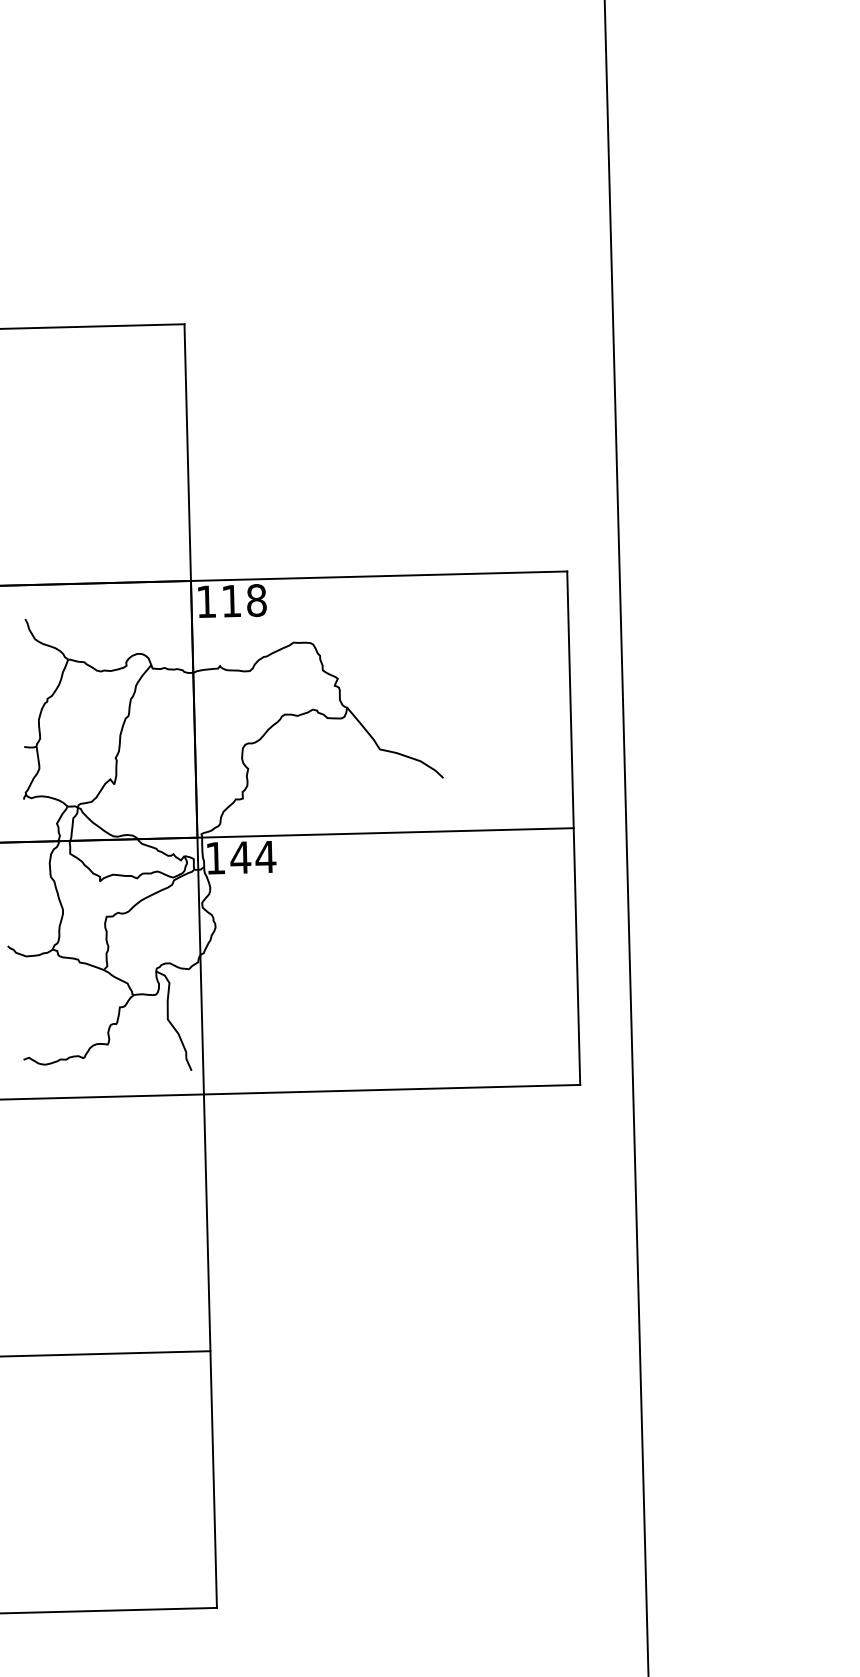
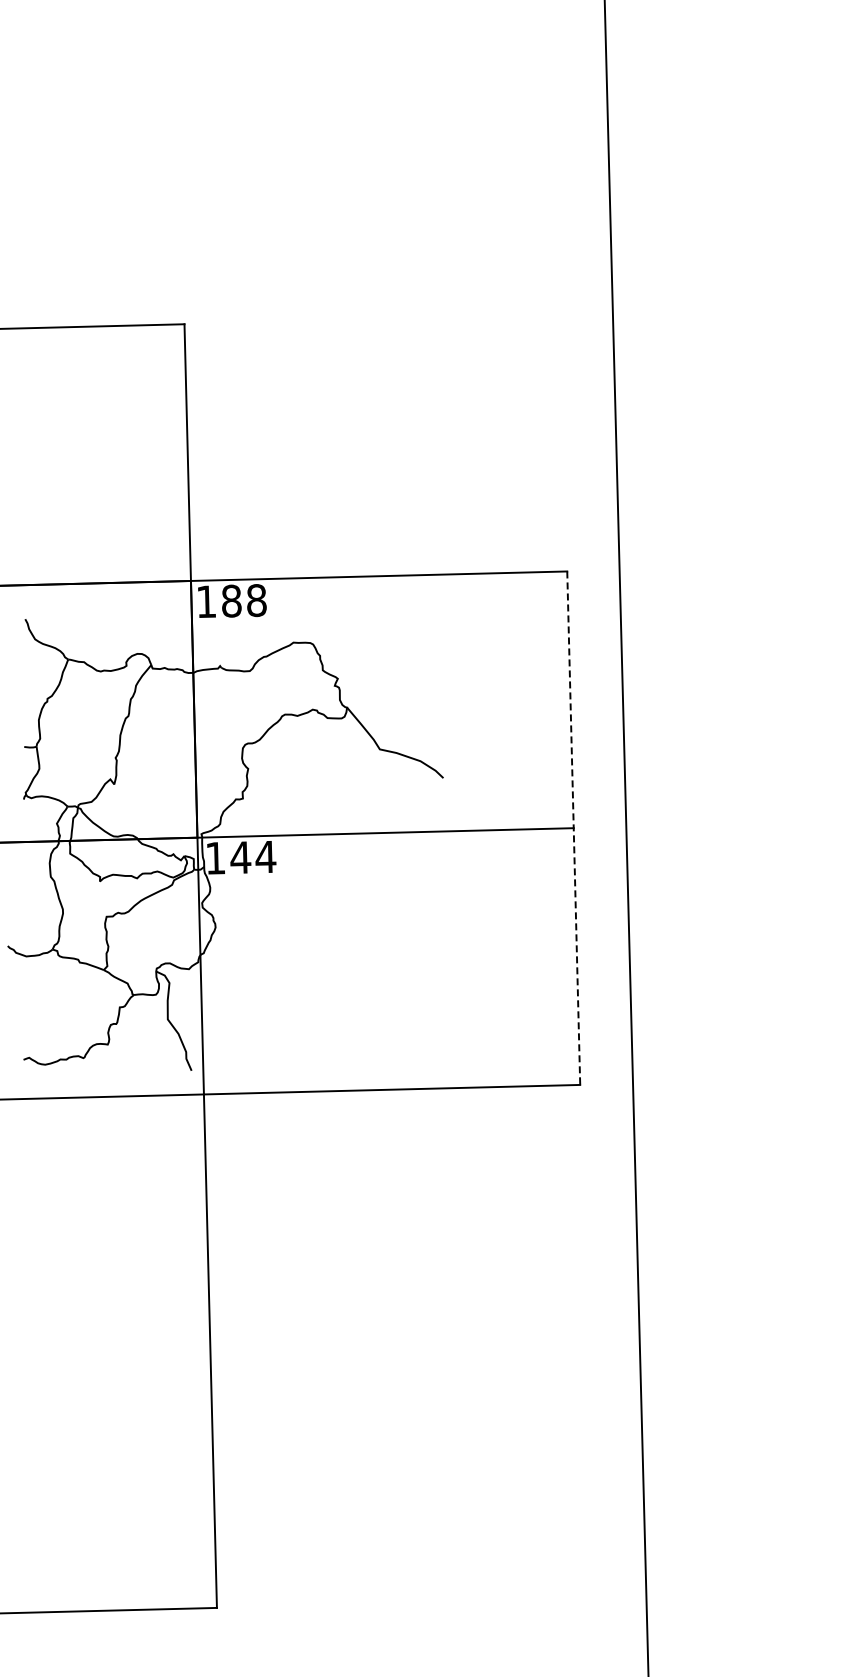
text at (231, 600): 118 -> 188
line at (573, 828): solid -> dashed
line at (106, 1353): present -> none
